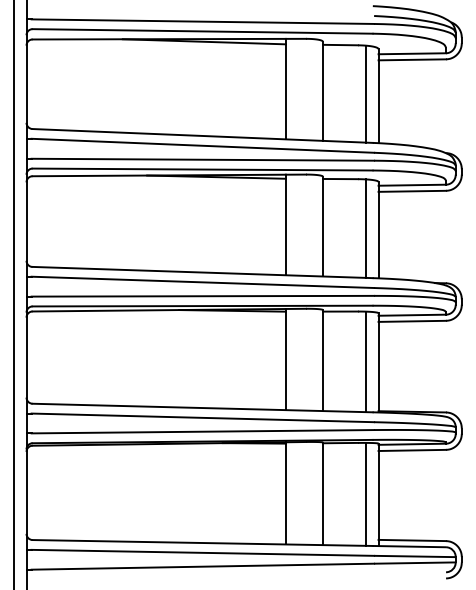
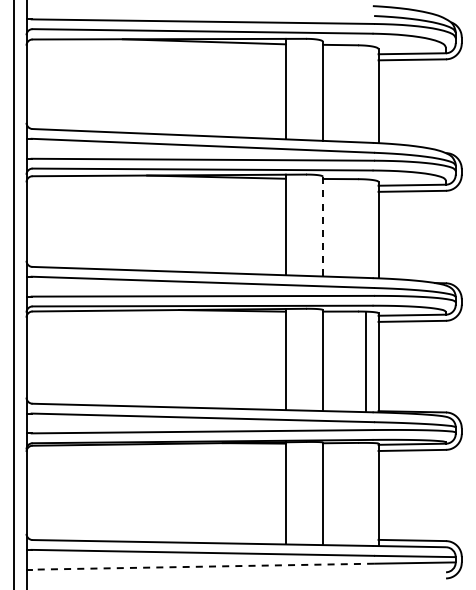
line at (366, 93): present -> none
line at (322, 226): solid -> dashed
line at (366, 228): present -> none
line at (366, 493): present -> none
line at (202, 566): solid -> dashed
